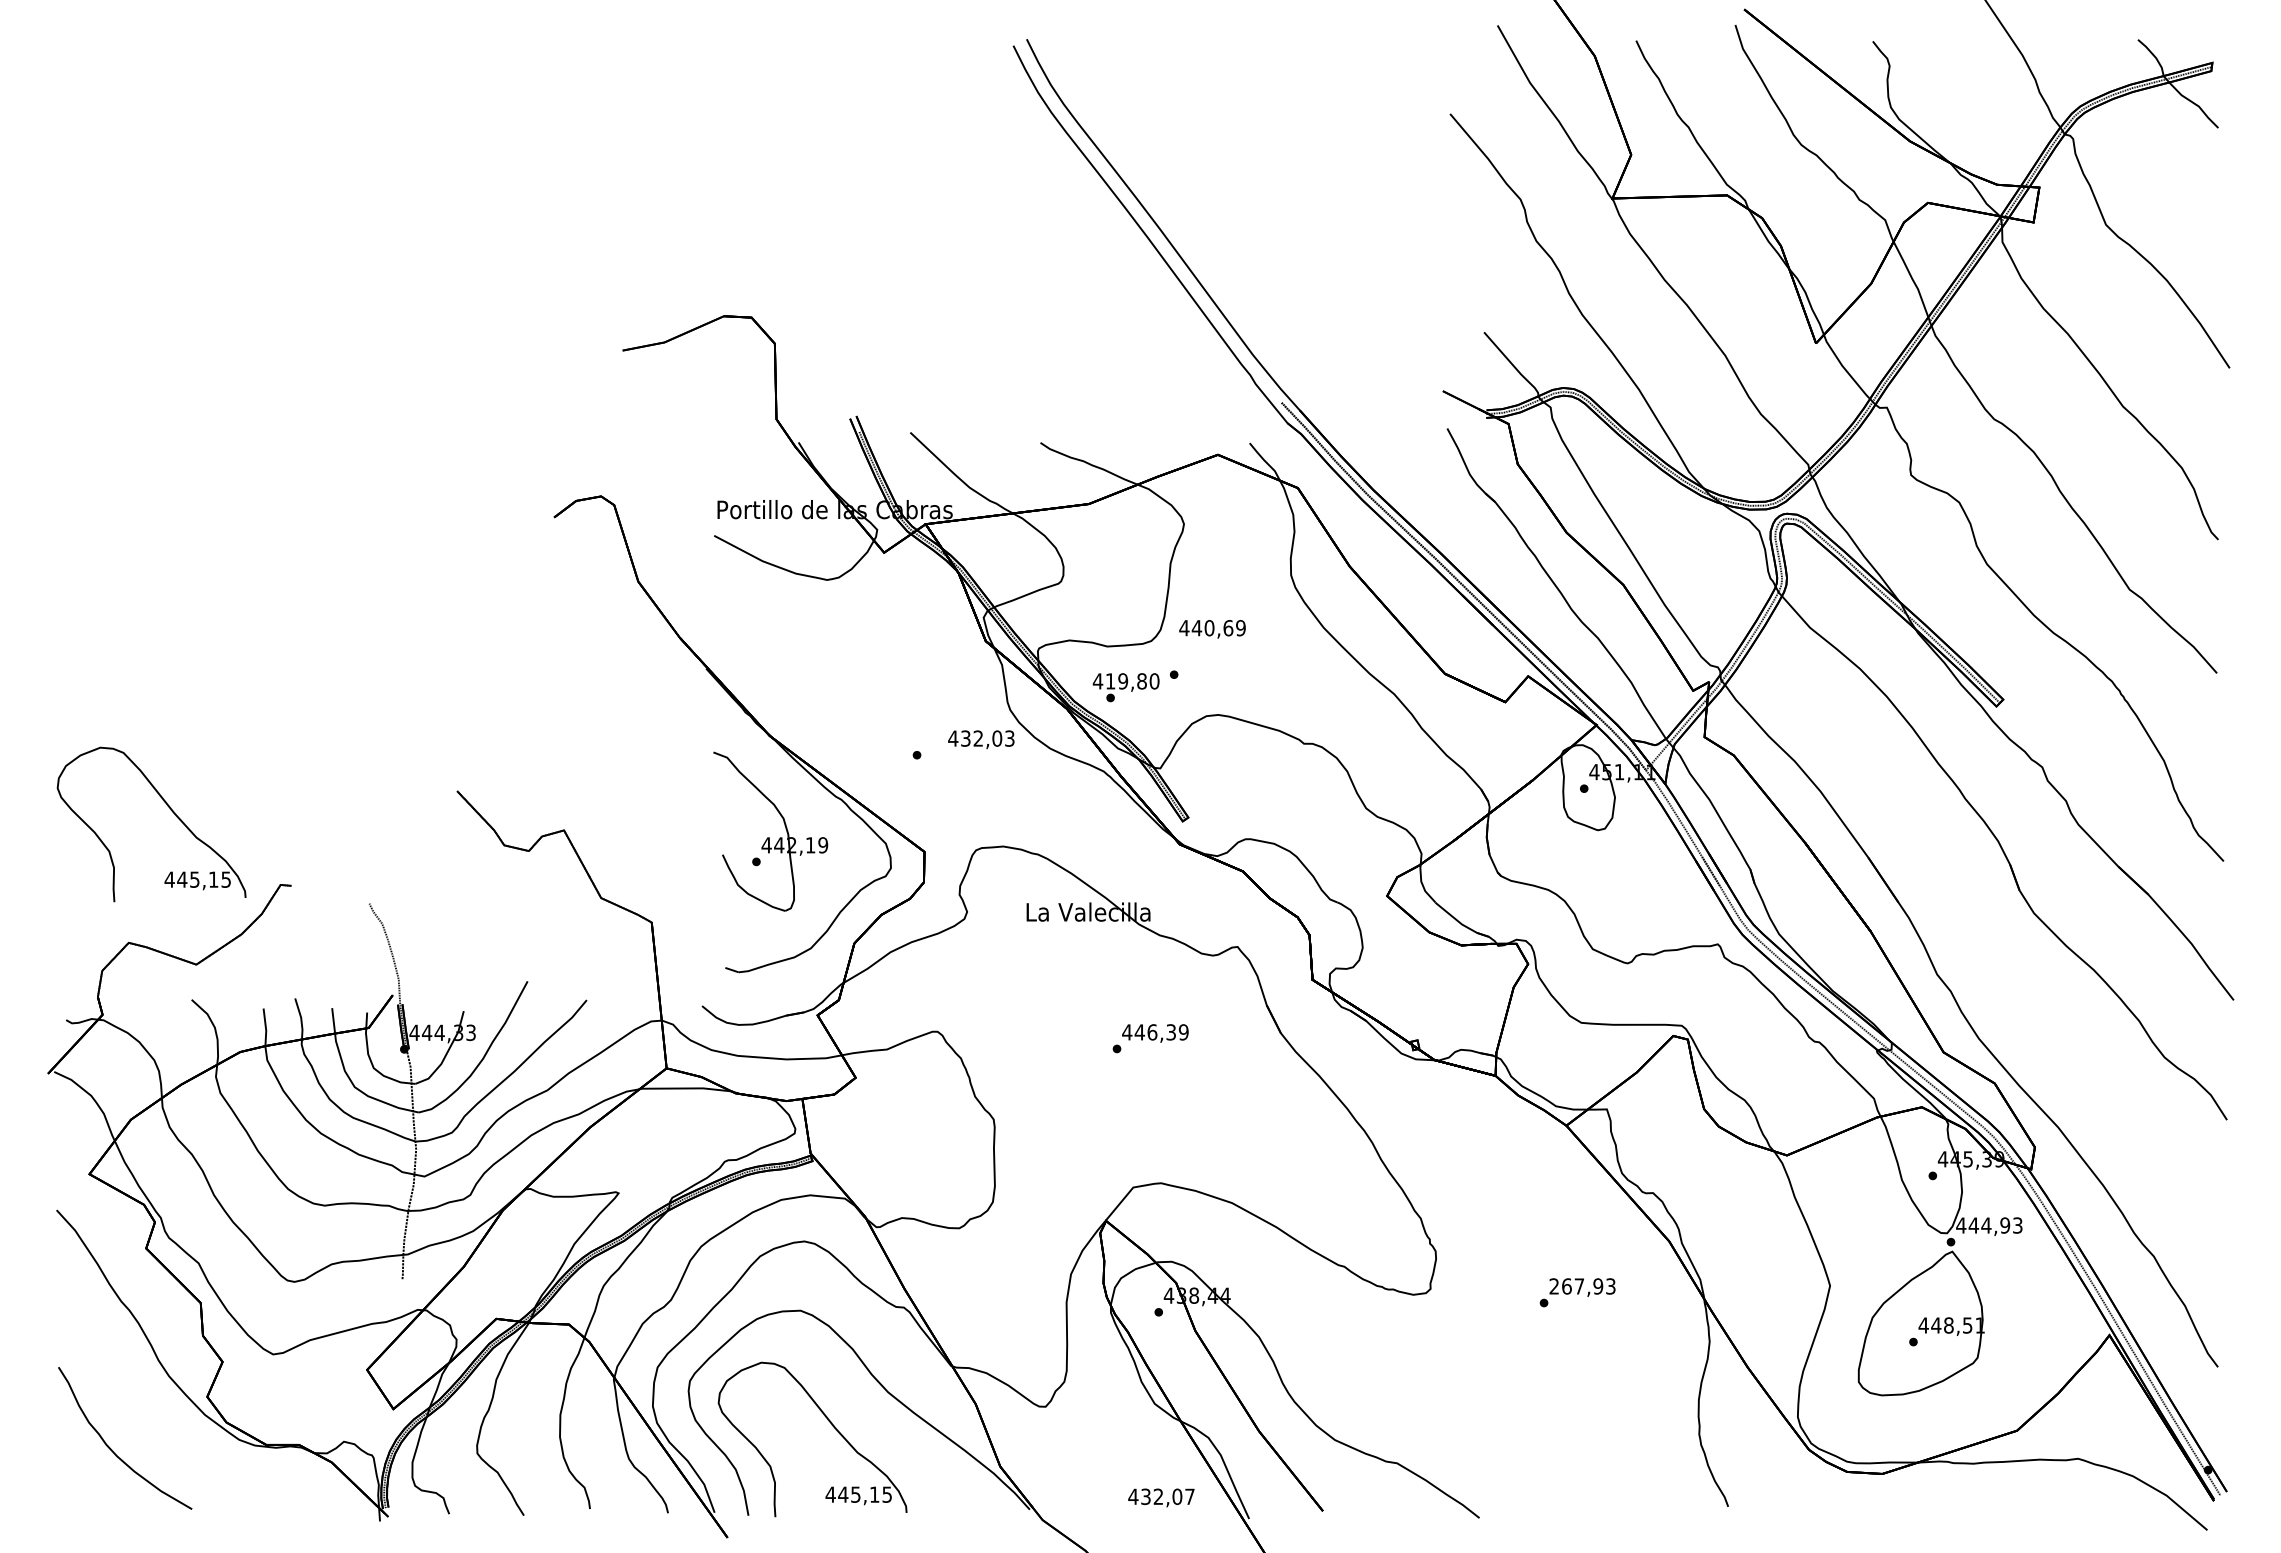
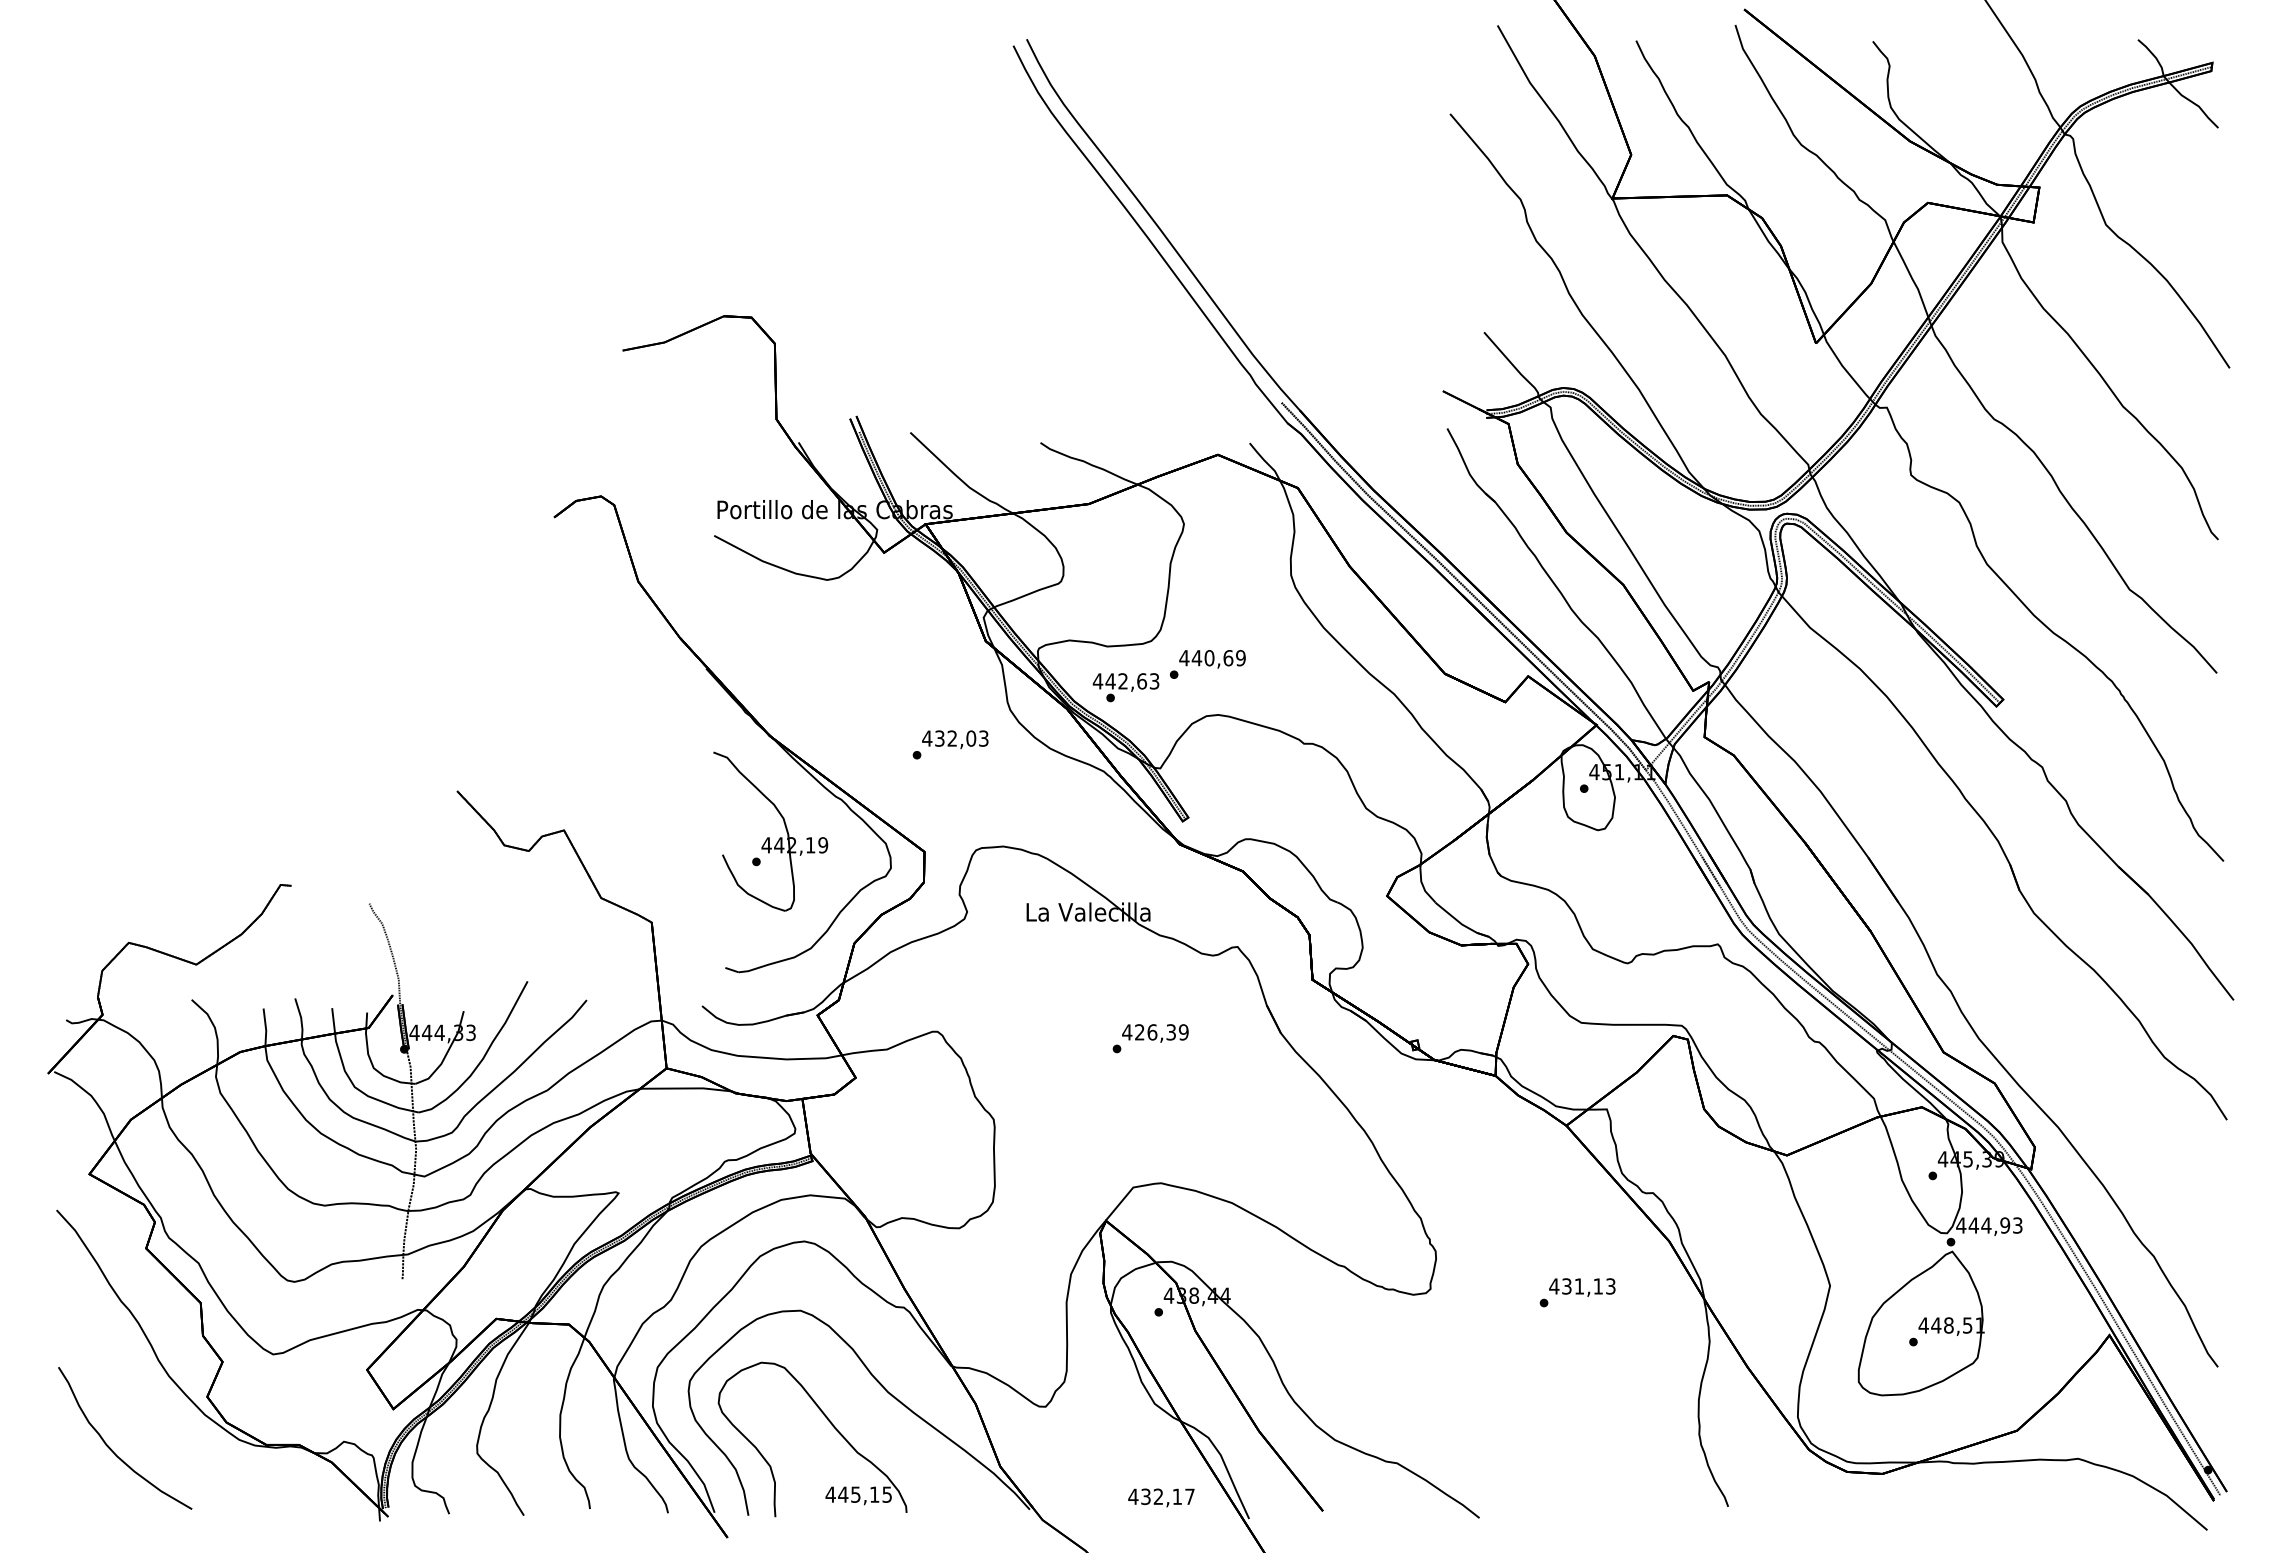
text at (1212, 629) position: (1212, 629) -> (1212, 659)
text at (1132, 681): 419,80 -> 442,63
text at (981, 739) position: (981, 739) -> (955, 739)
part at (170, 810): present -> none
text at (1139, 1032): 446,39 -> 426,39
text at (1576, 1286): 267,93 -> 431,13
text at (1177, 1496): 432,07 -> 432,17
